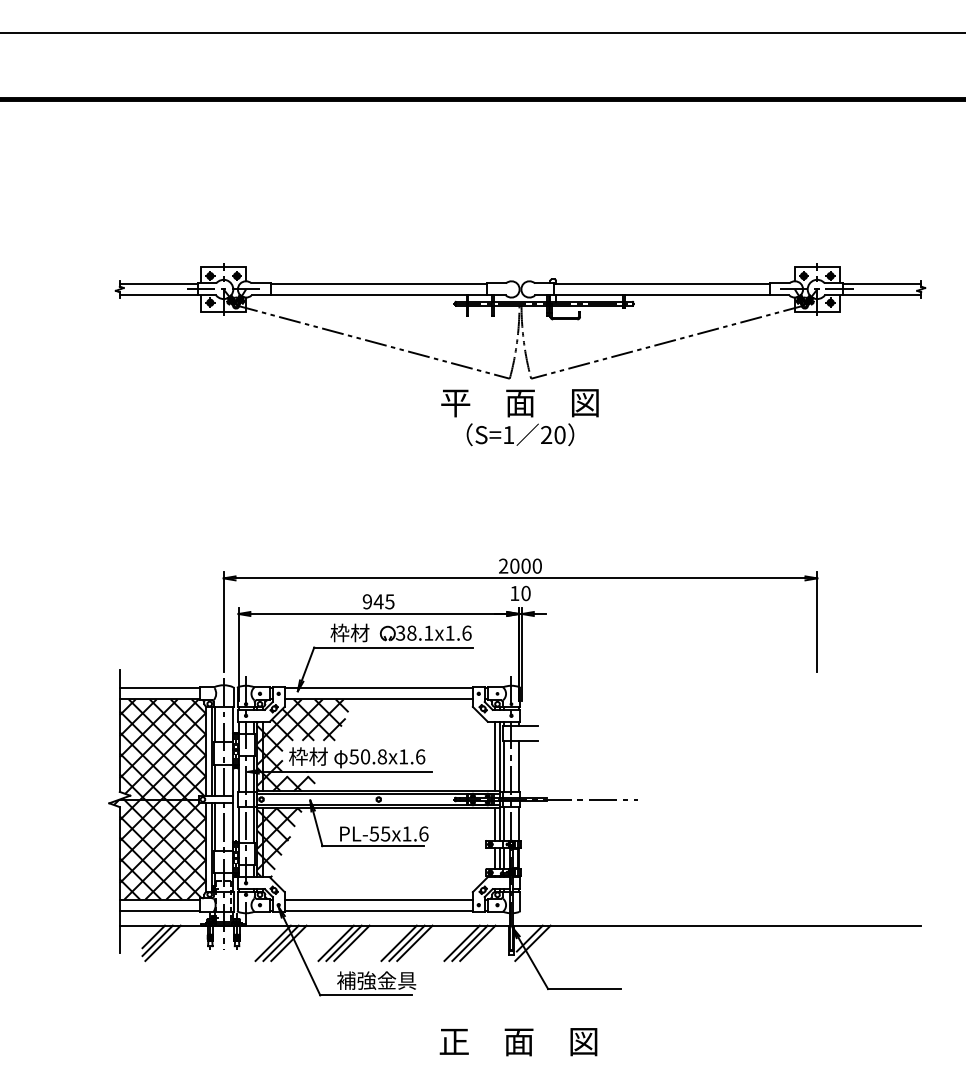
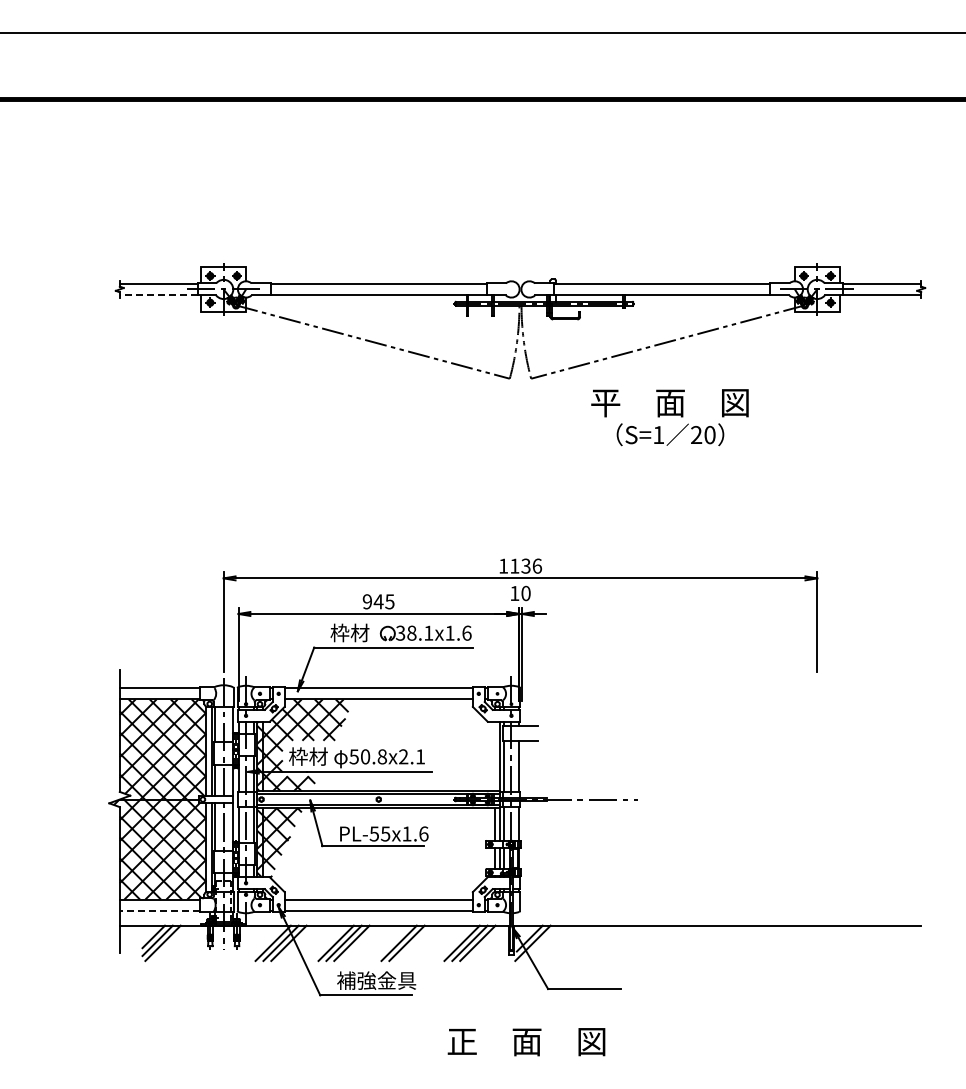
line at (158, 294): solid -> dashed
text at (519, 417) position: (519, 417) -> (669, 417)
text at (520, 565): 2000 -> 1136
text at (412, 756): 50.8x1.6 -> 50.8x2.1
line at (494, 756): present -> none
line at (159, 910): solid -> dashed
line at (414, 943): present -> none
text at (518, 1042) position: (518, 1042) -> (526, 1042)
